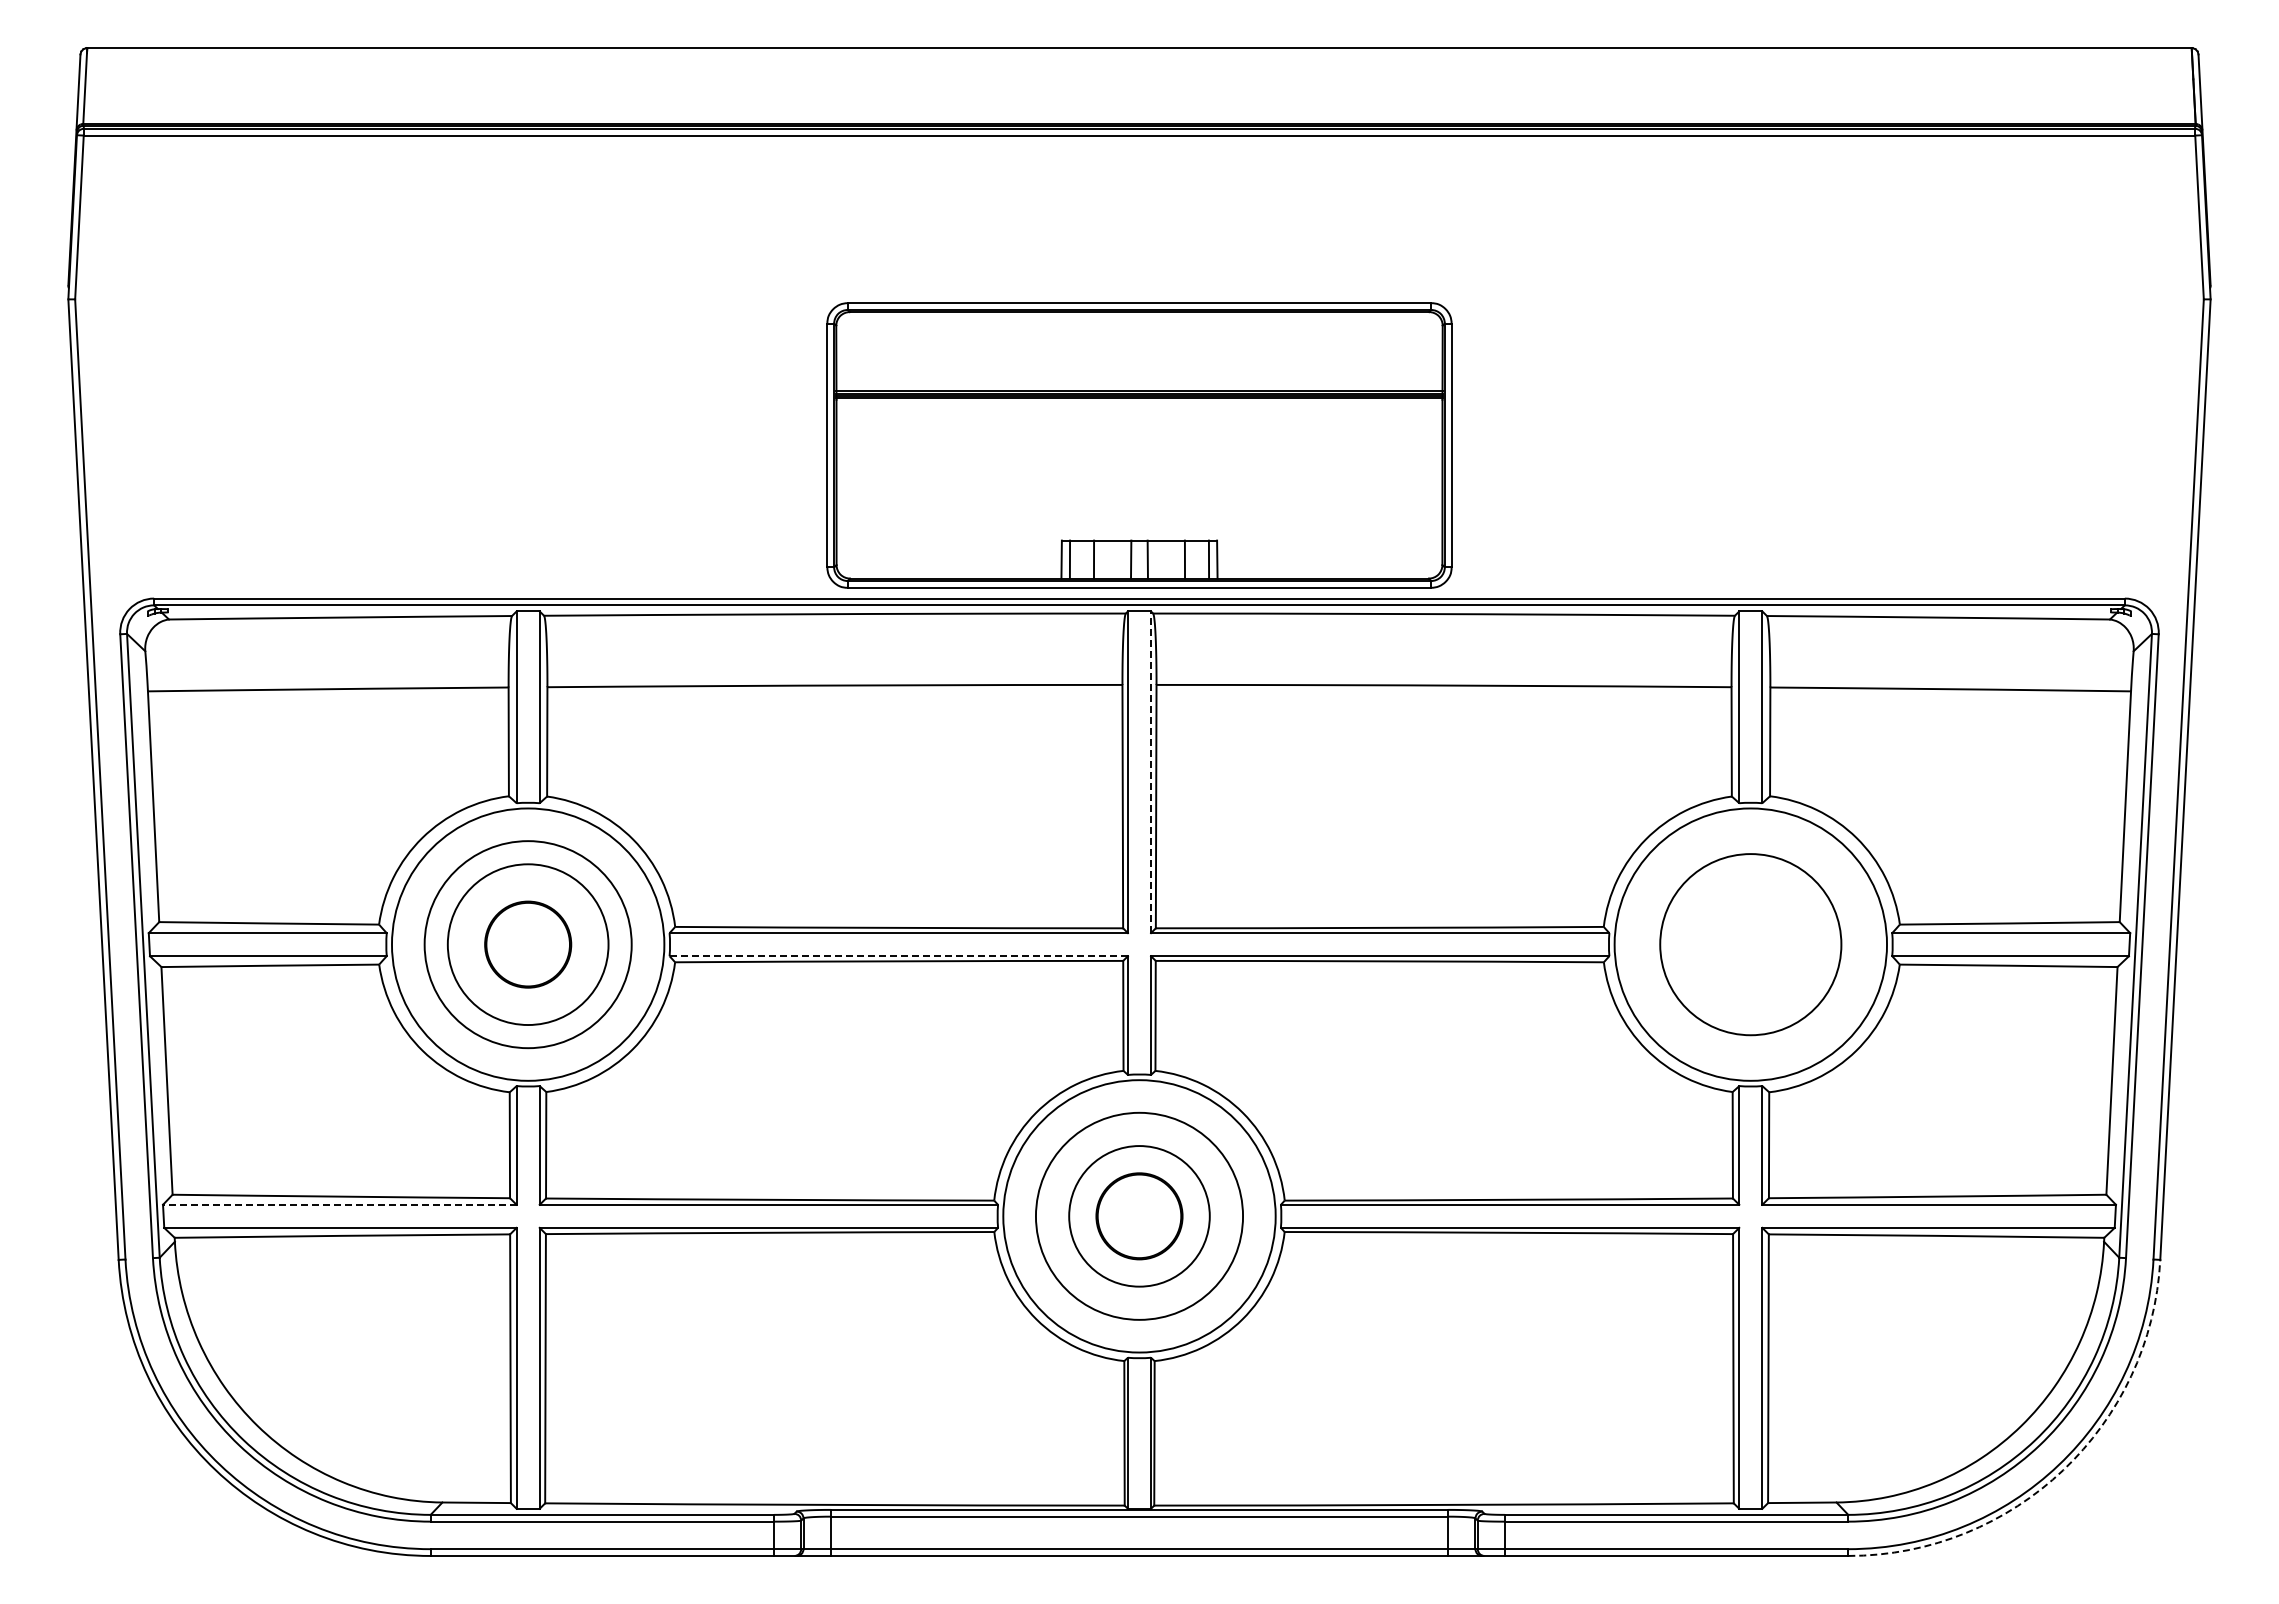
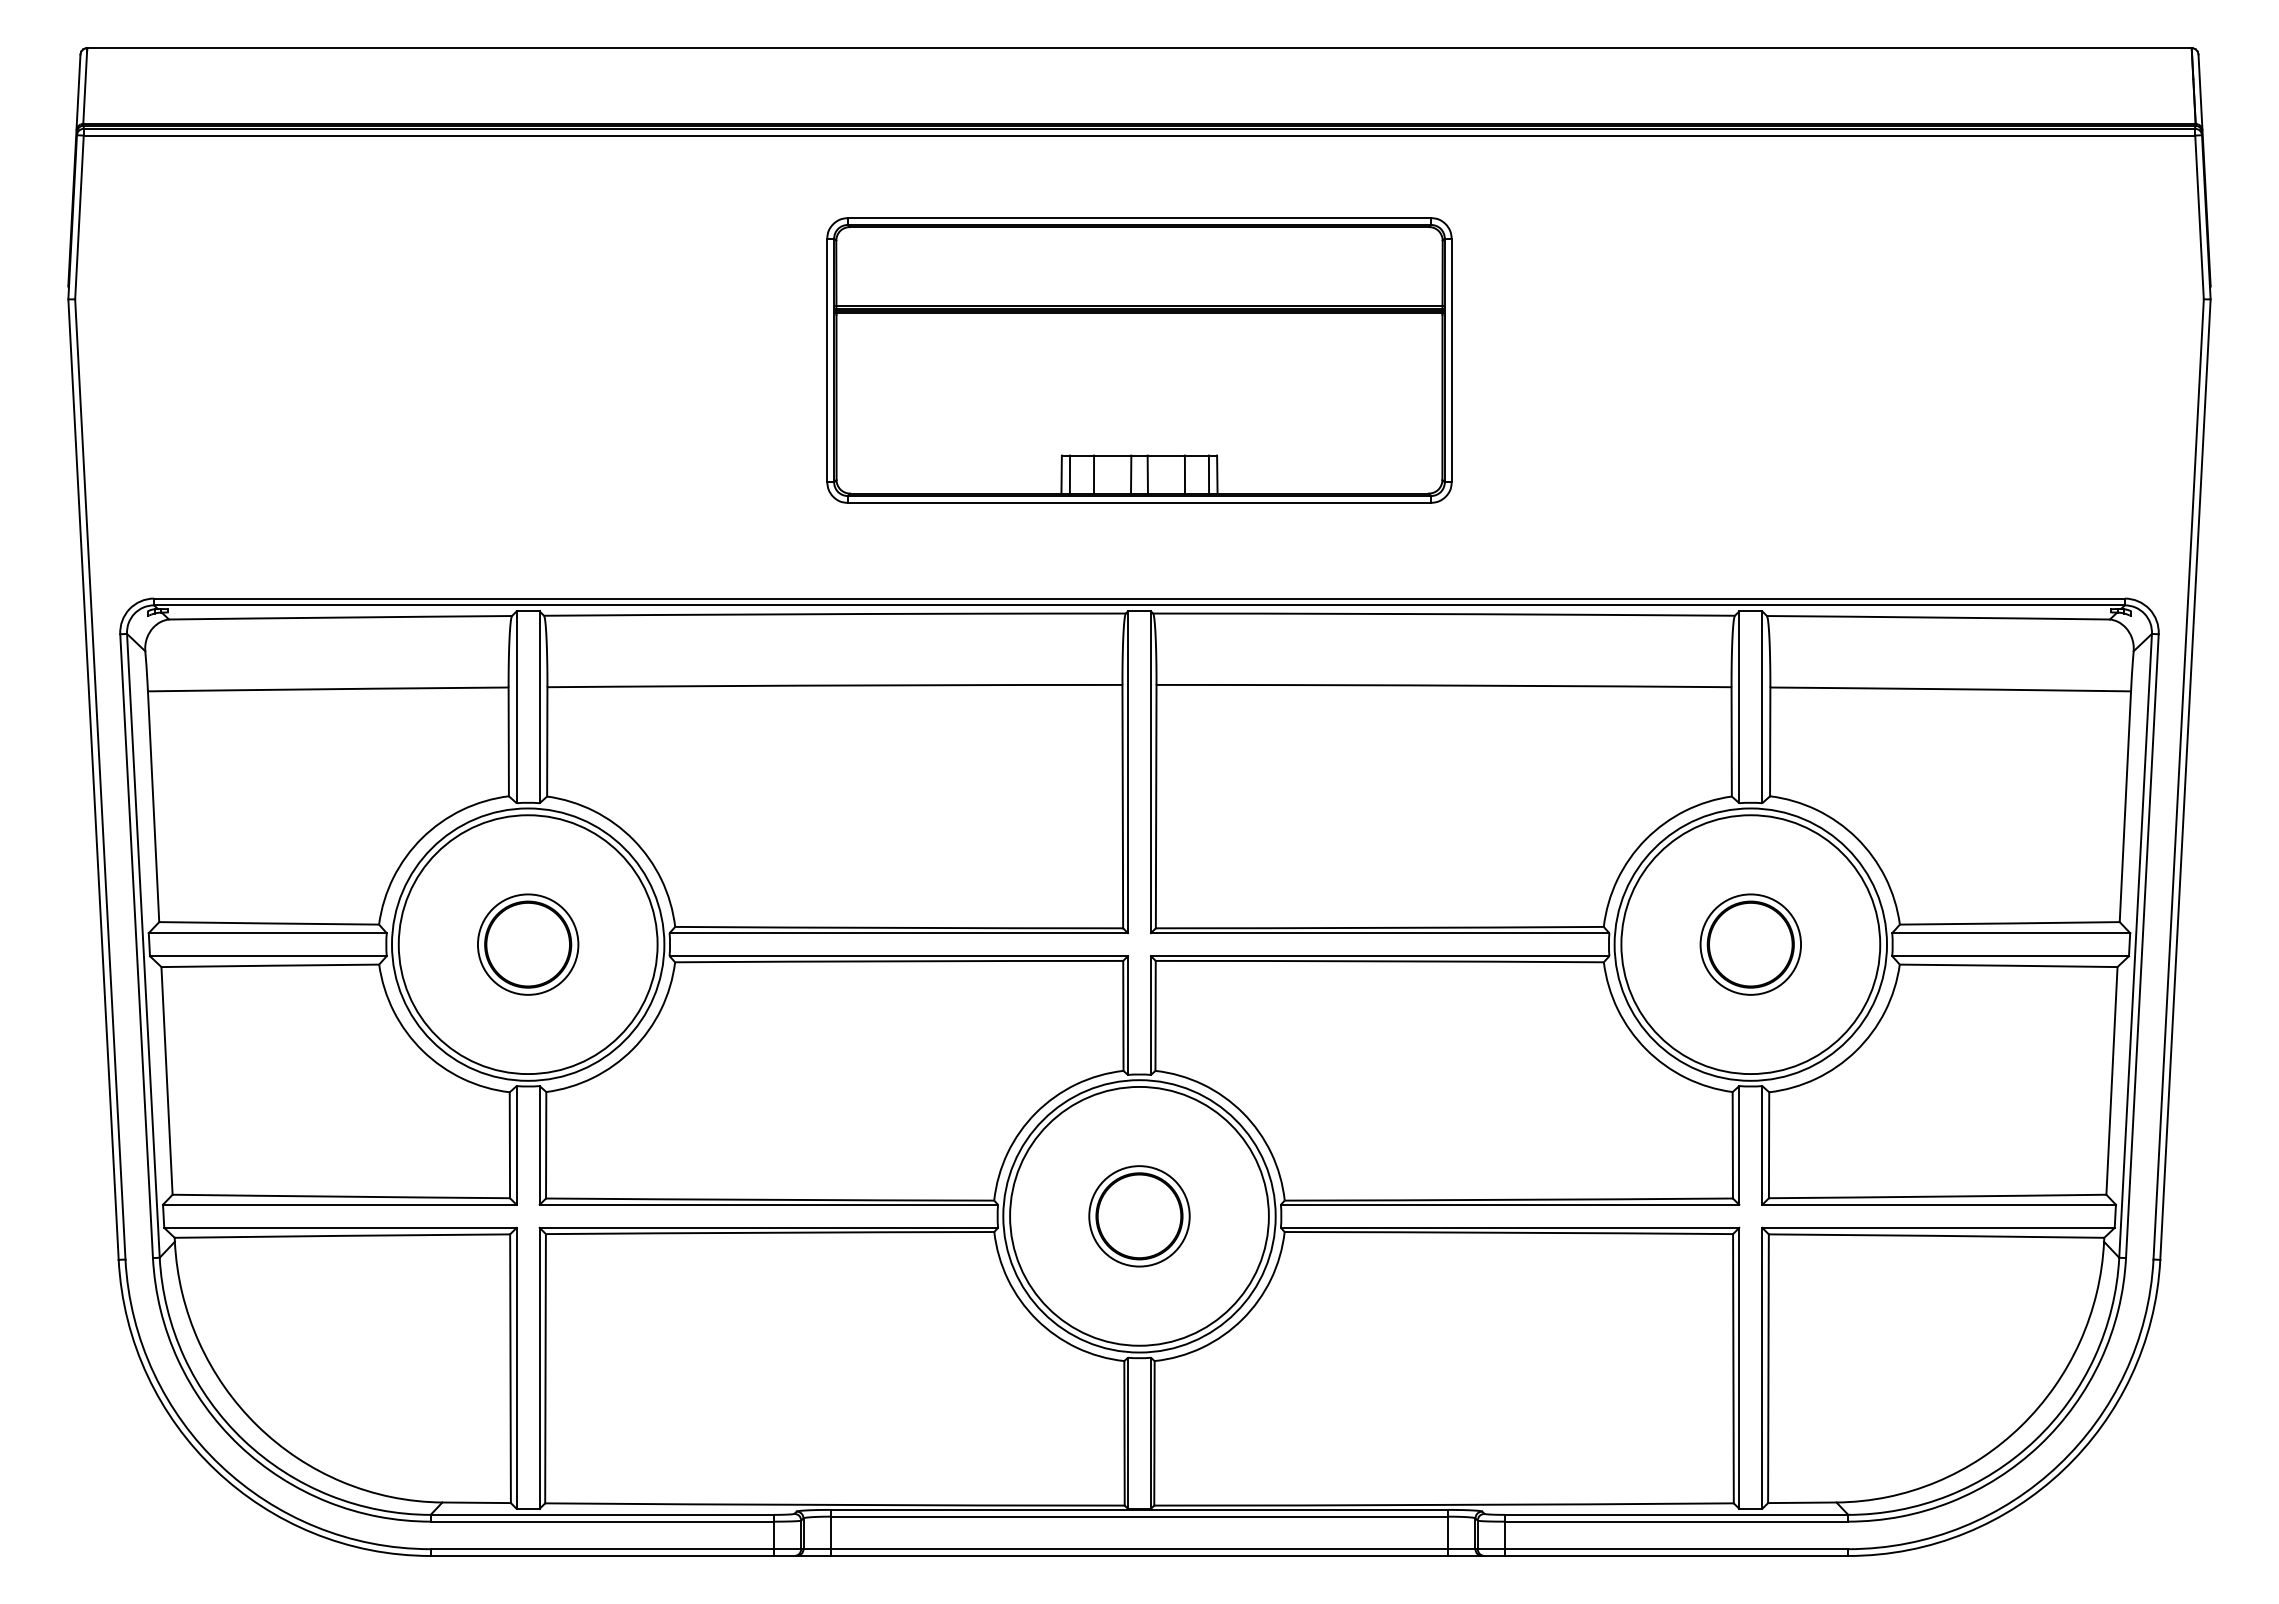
part at (1139, 445) position: (1139, 445) -> (1139, 360)
line at (1151, 772): dashed -> solid
circle at (527, 944) diameter: 161 px -> 100 px
circle at (527, 944) diameter: 207 px -> 259 px
circle at (1750, 944) diameter: 181 px -> 259 px
part at (1750, 944): none -> present
line at (899, 956): dashed -> solid
line at (339, 1204): dashed -> solid
circle at (1139, 1215) diameter: 207 px -> 259 px
circle at (1139, 1216) diameter: 141 px -> 100 px
arc at (2063, 1470): dashed -> solid
